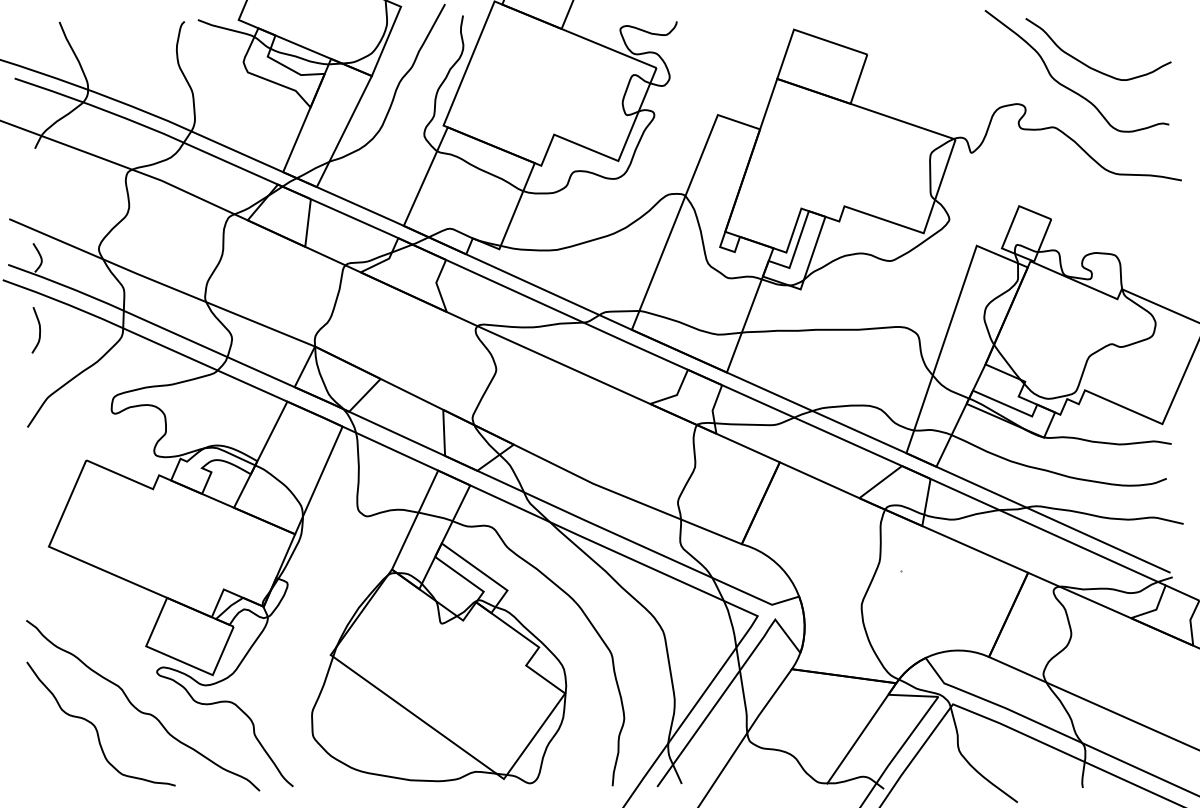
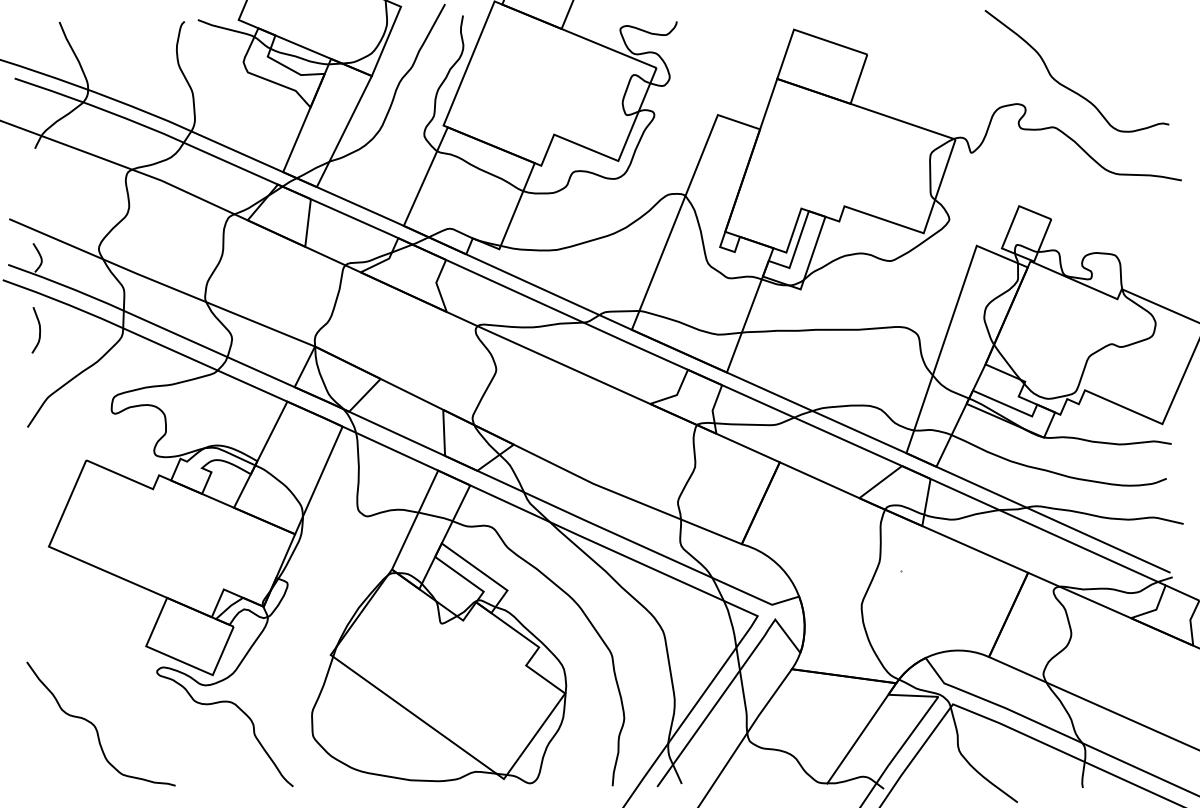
curve at (1090, 66): present -> none
curve at (139, 709): present -> none
